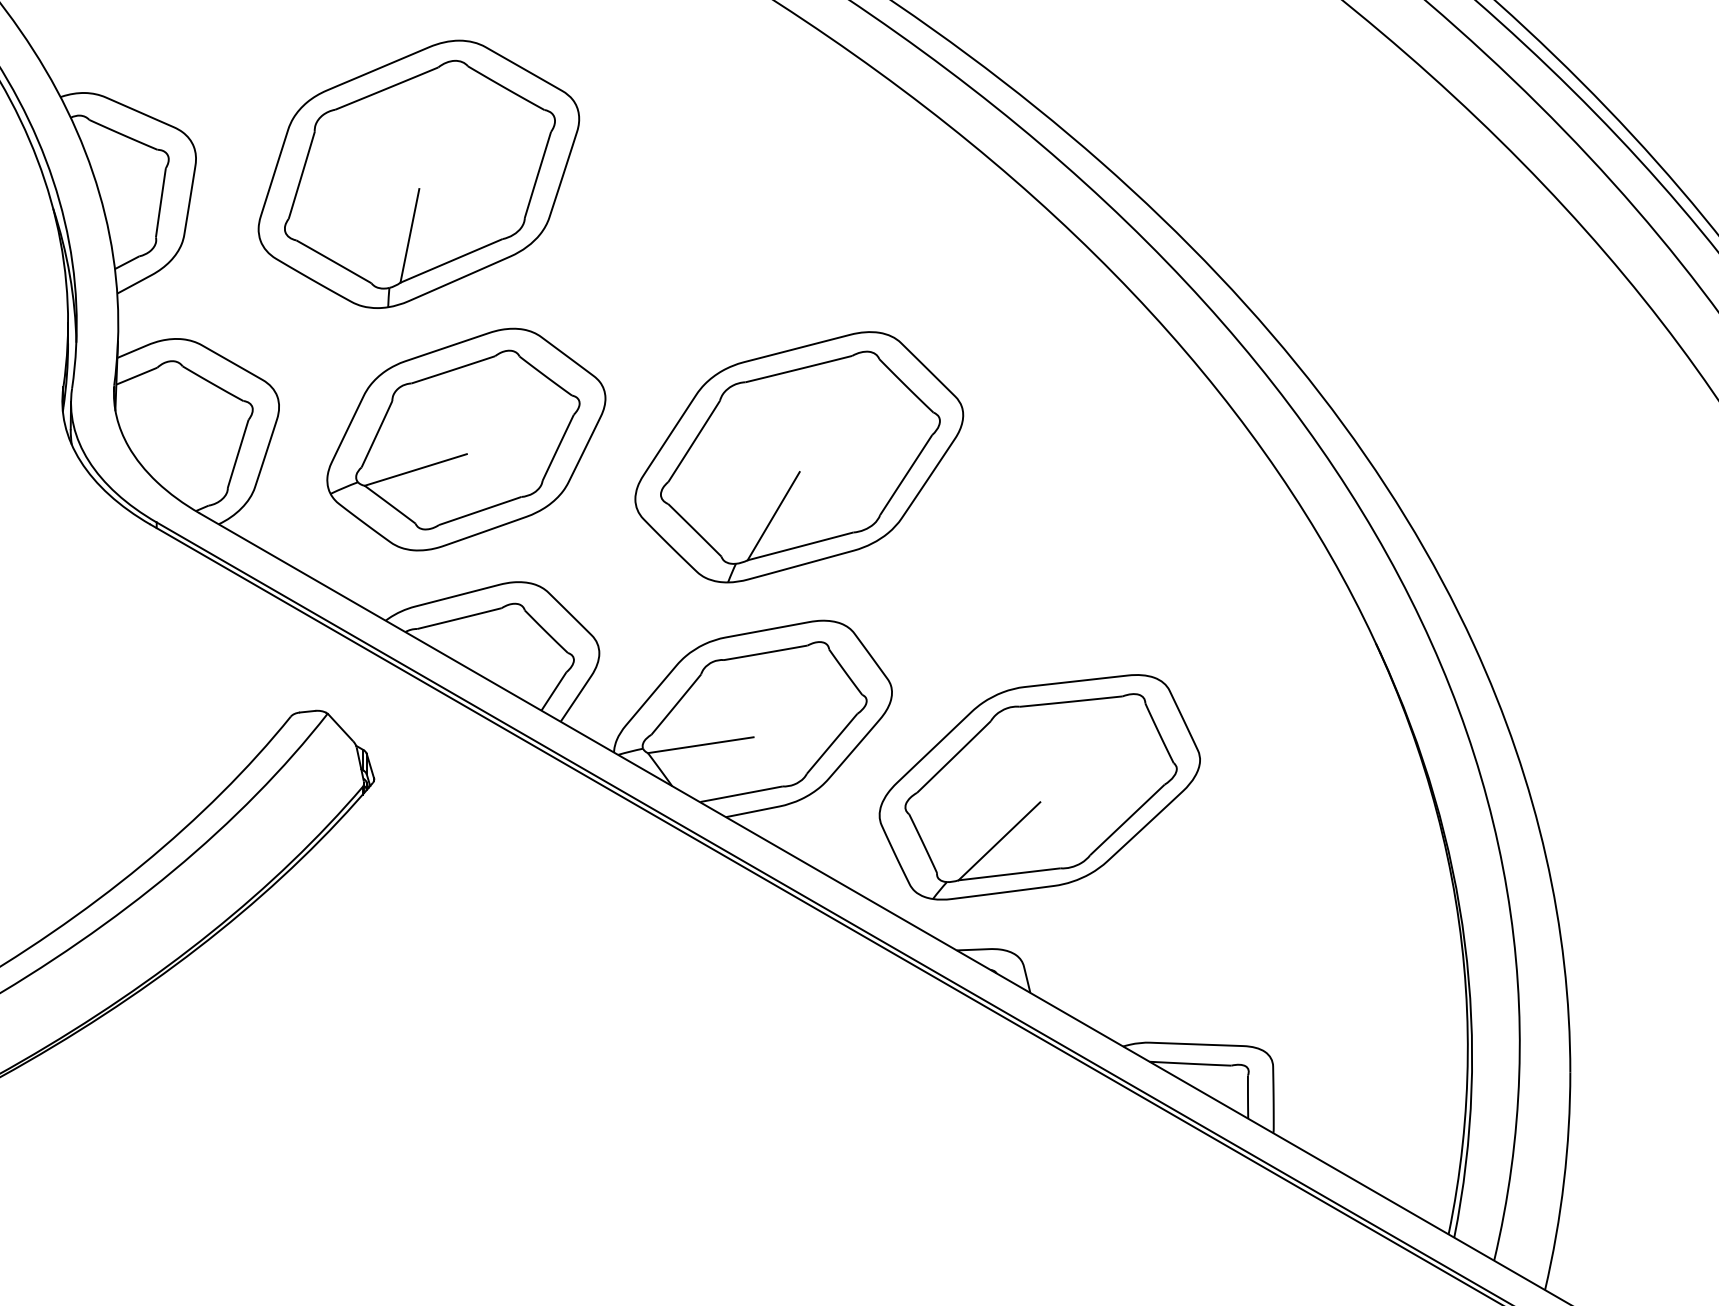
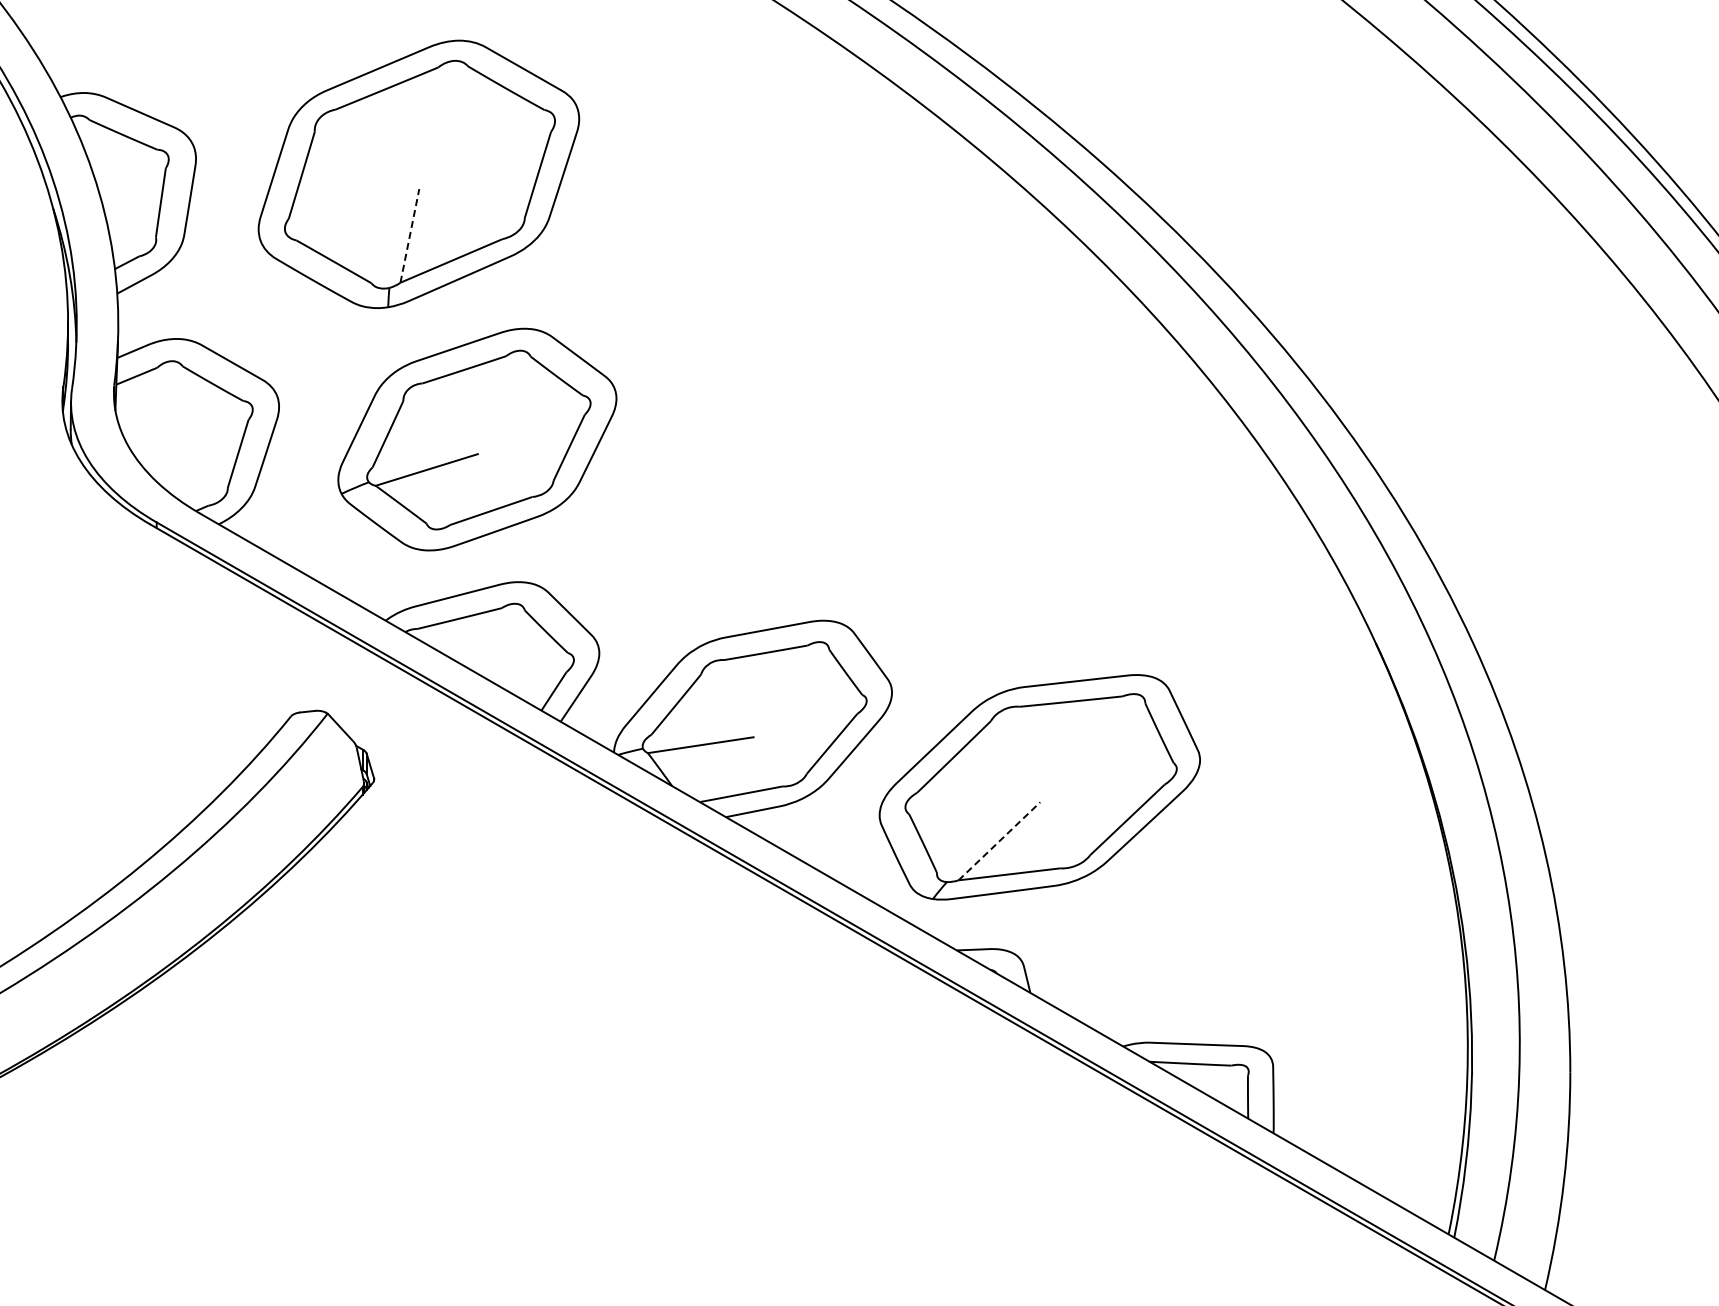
line at (409, 235): solid -> dashed
part at (466, 439) position: (466, 439) -> (477, 439)
part at (799, 457): present -> none
line at (999, 840): solid -> dashed
